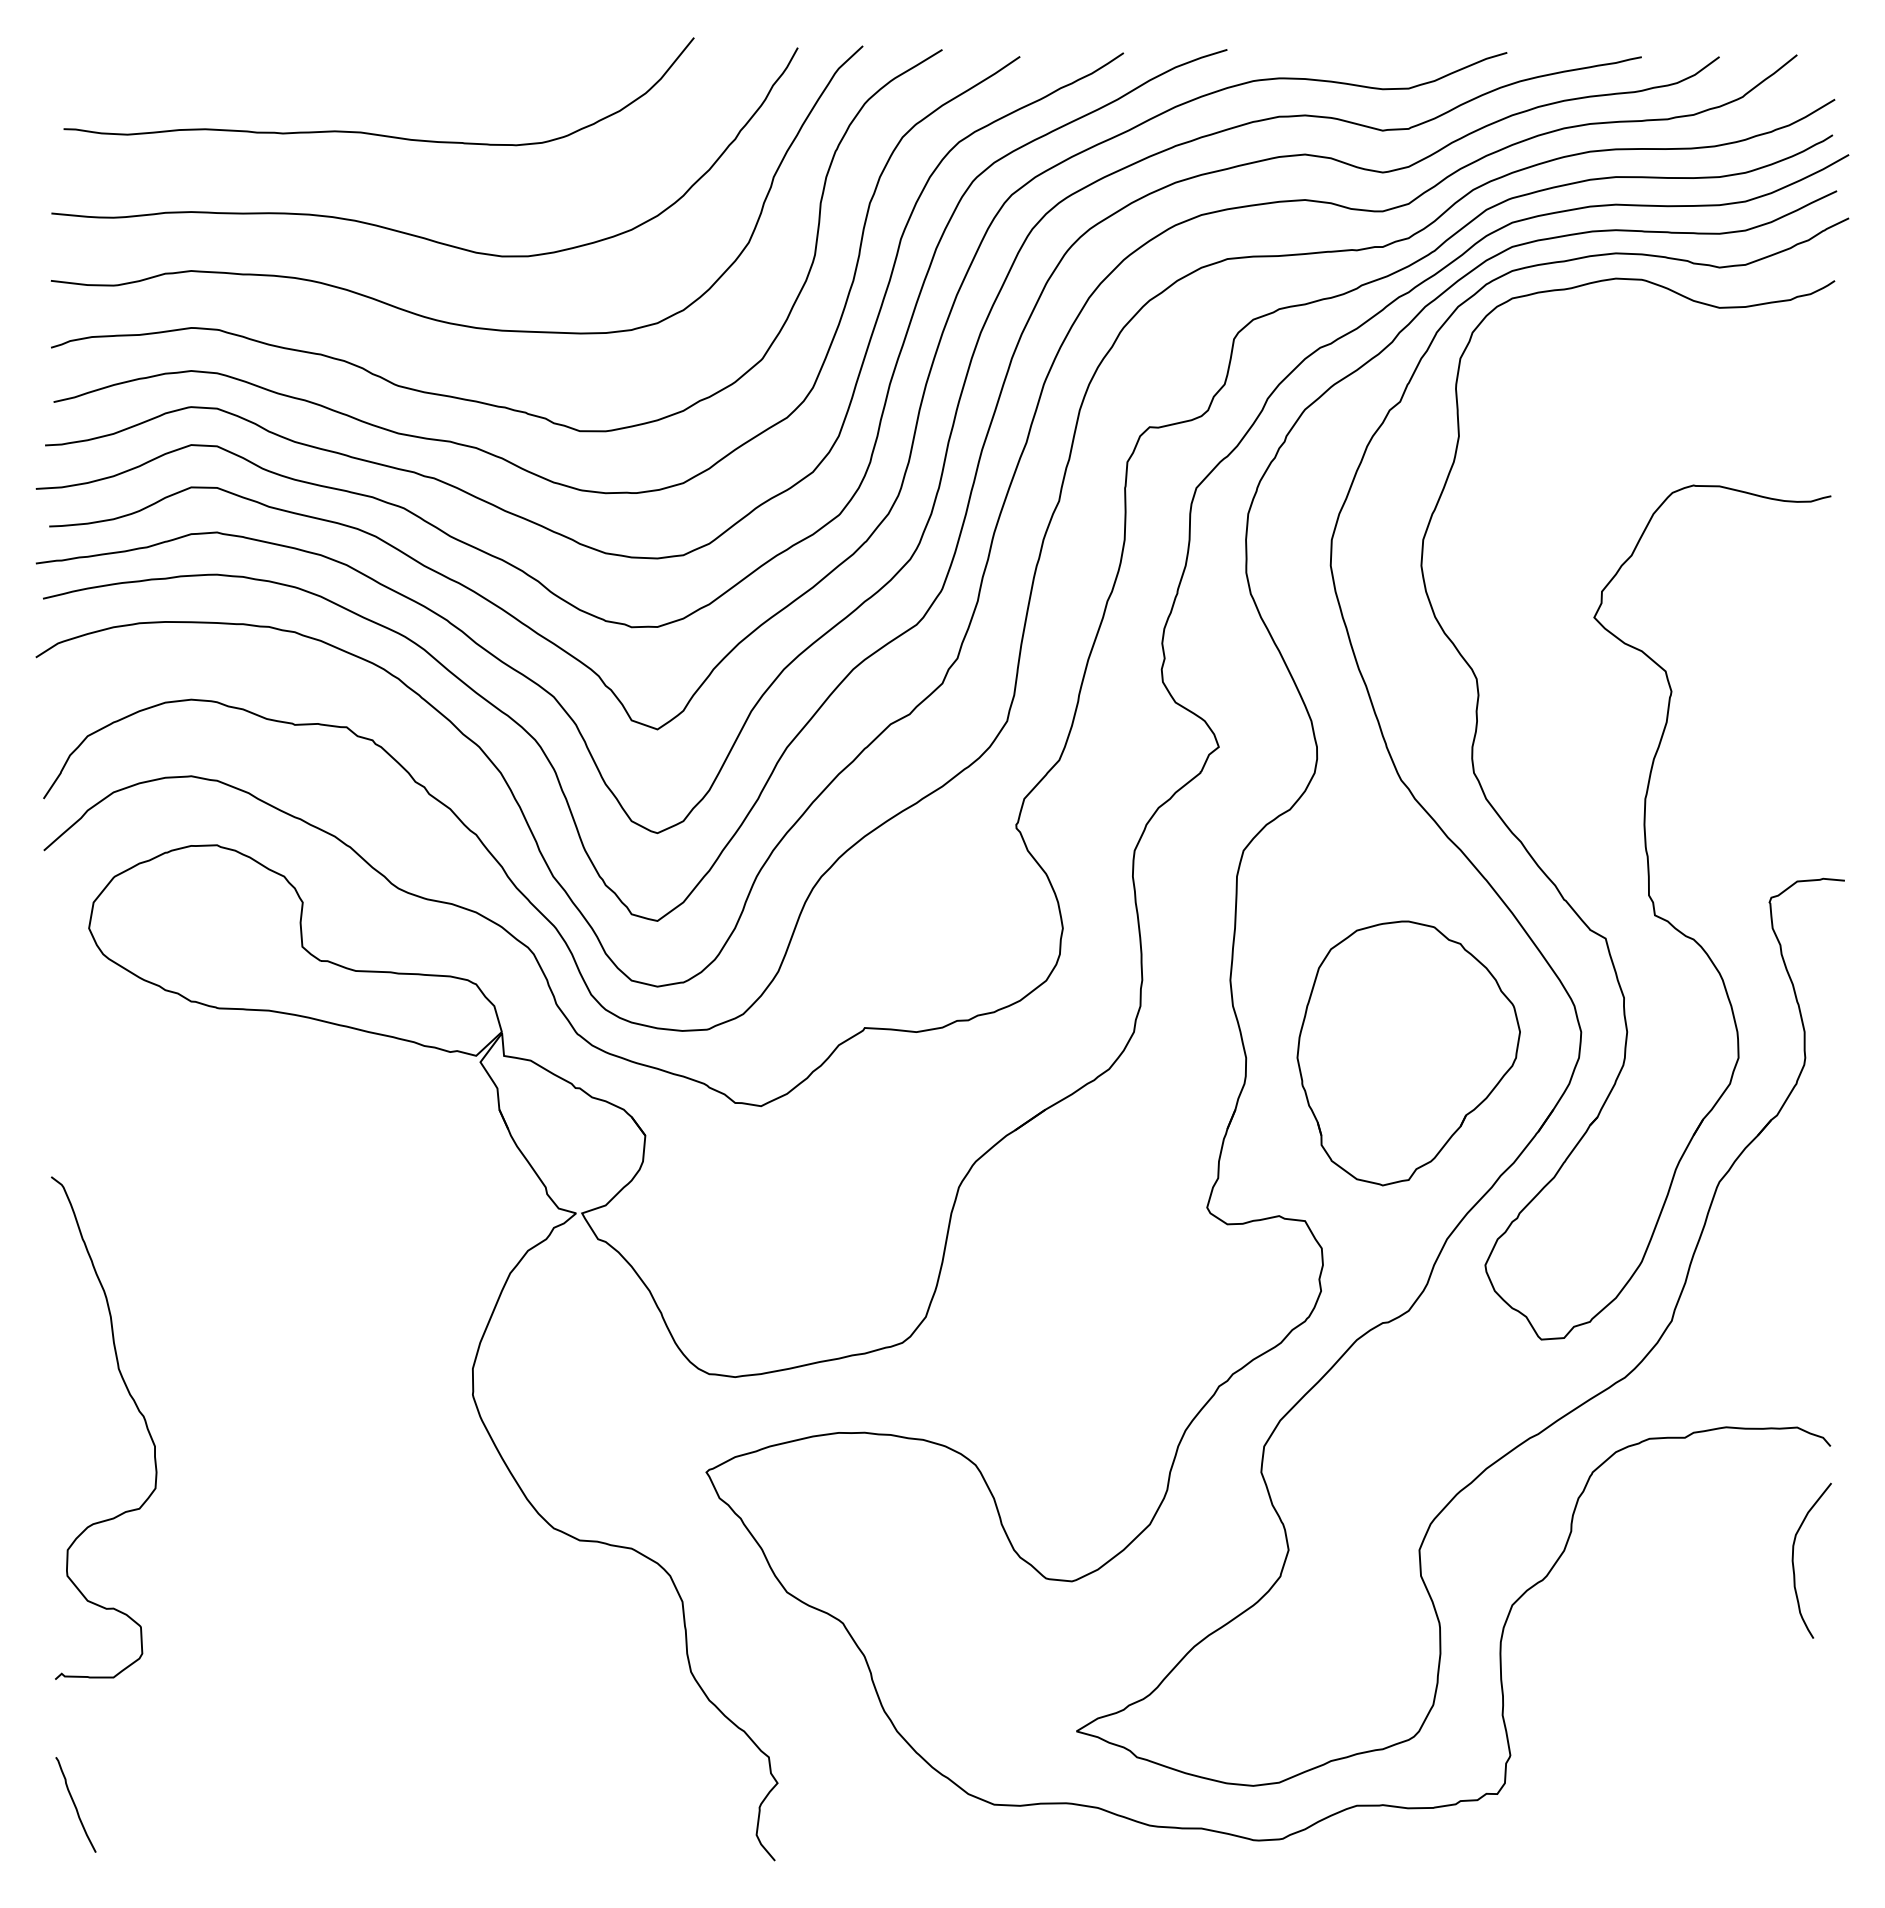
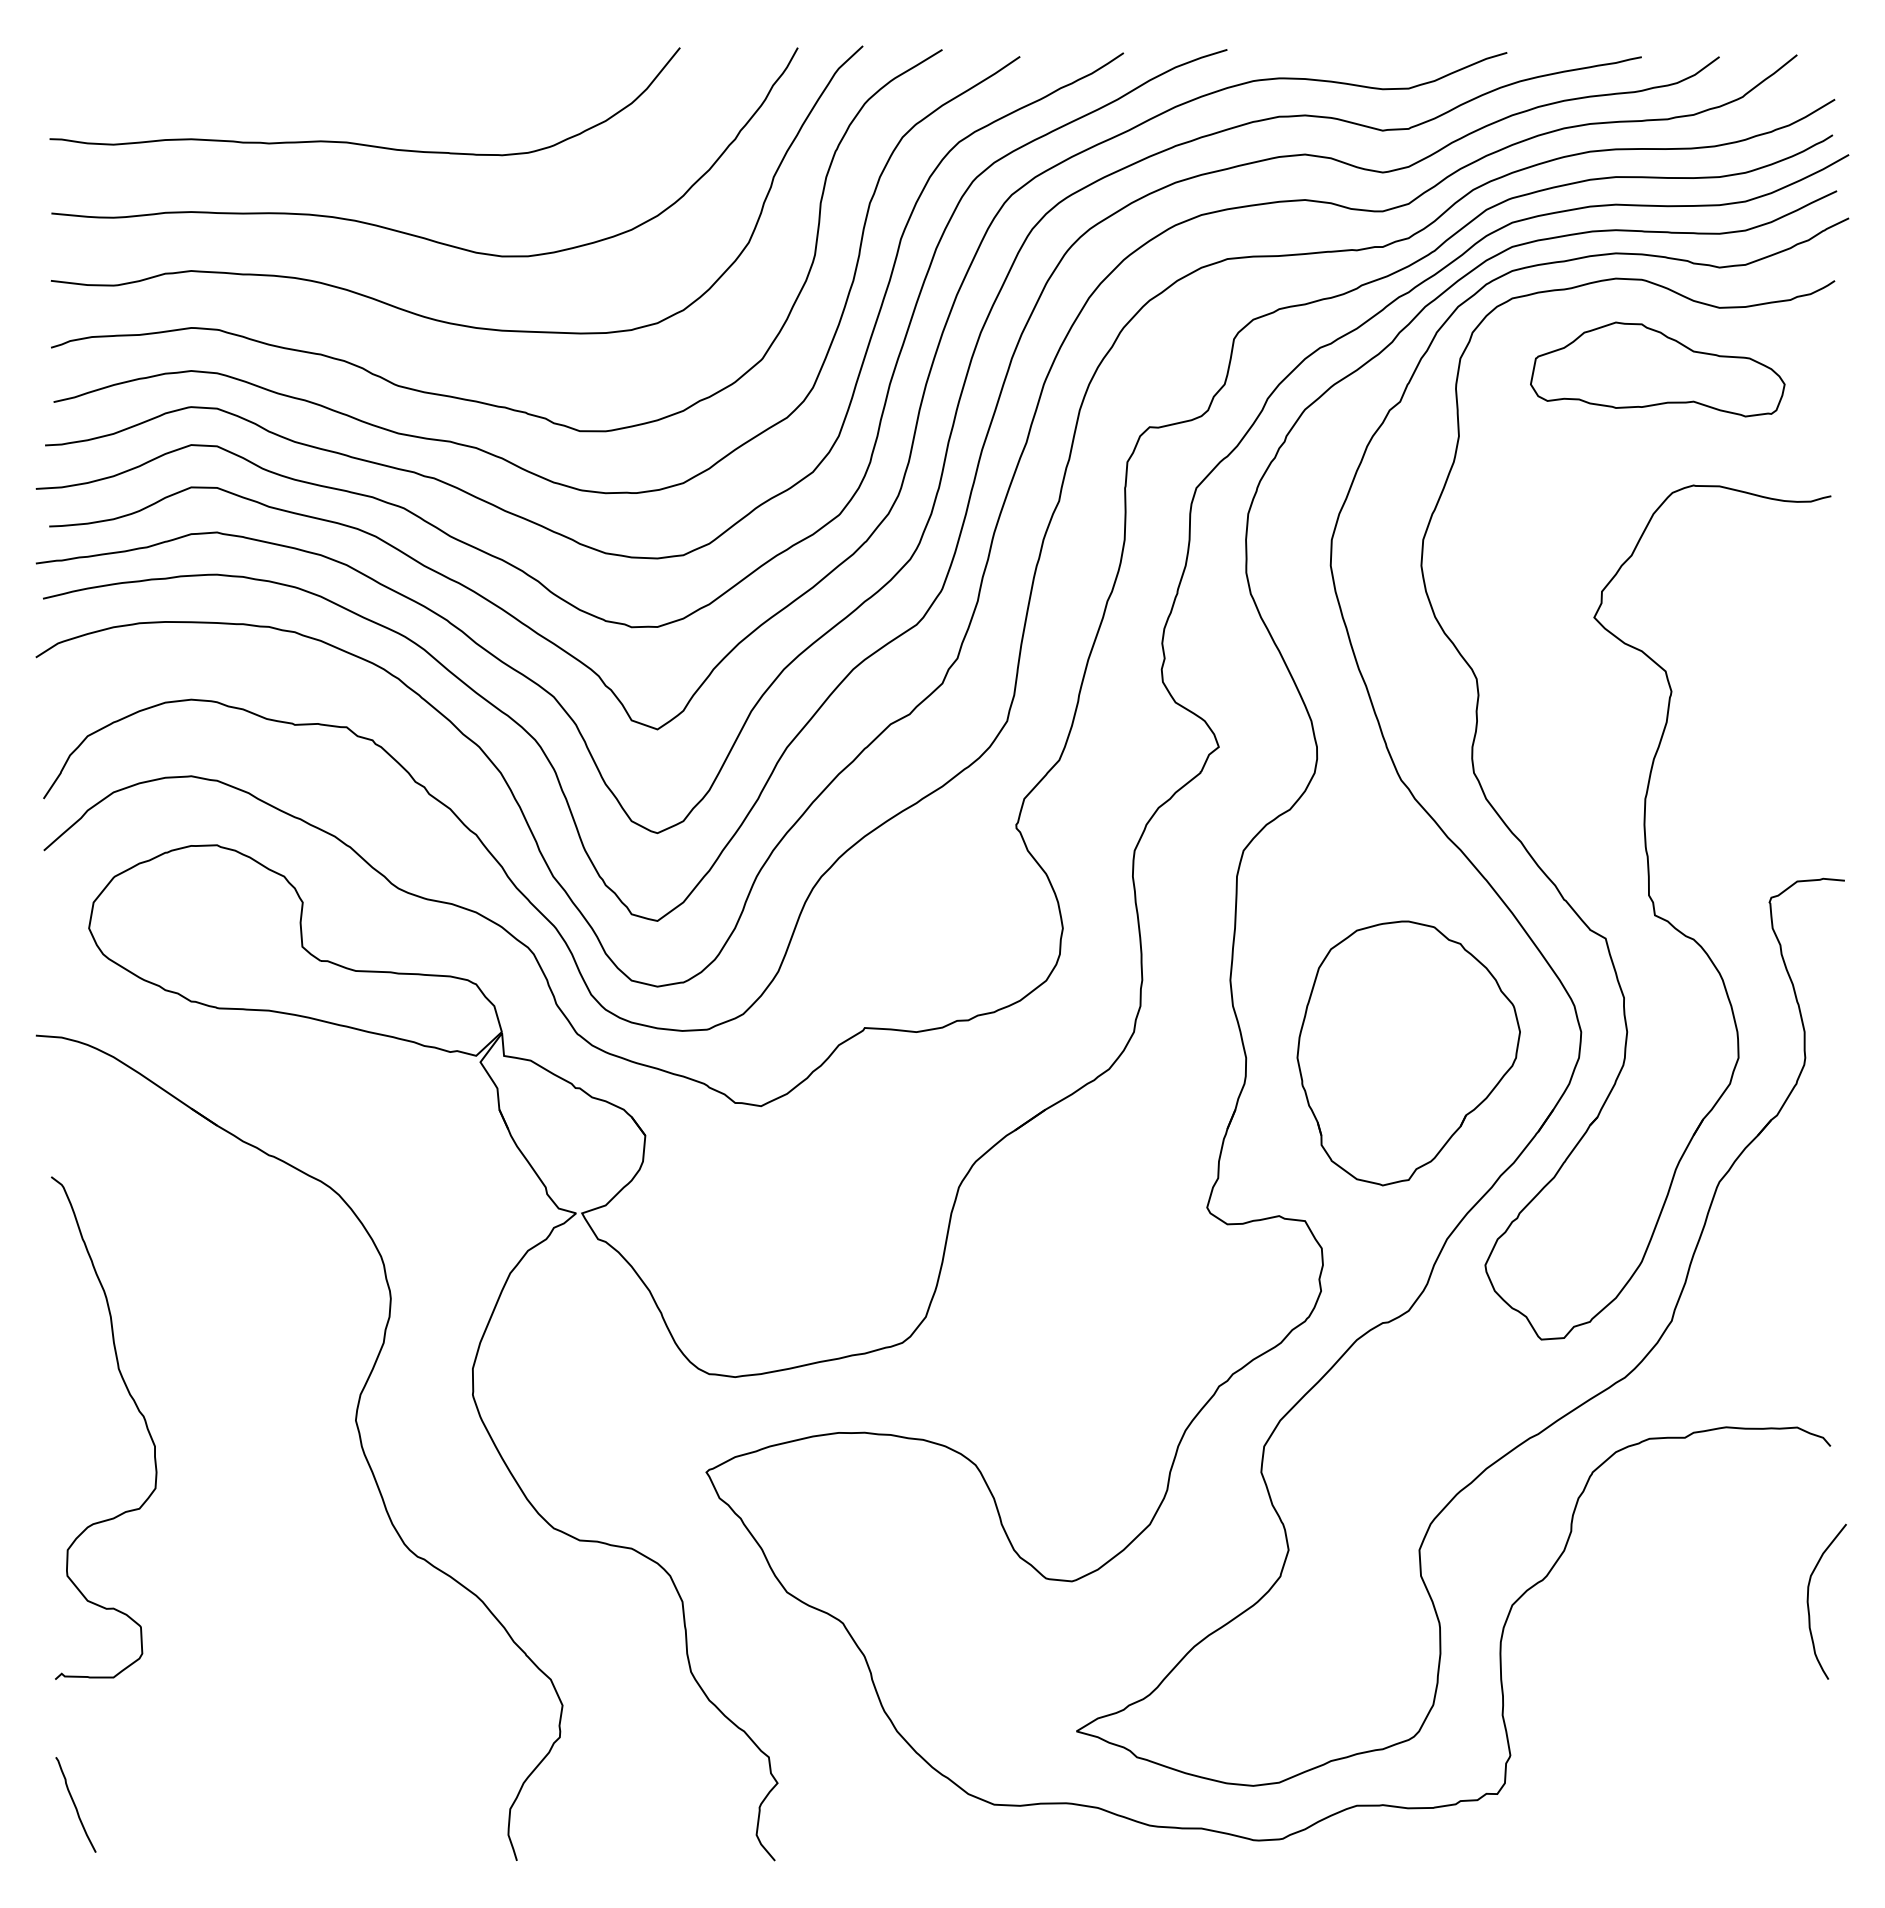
curve at (369, 132) position: (369, 132) -> (355, 142)
part at (1657, 369): none -> present
part at (358, 1435): none -> present
curve at (1794, 1565) position: (1794, 1565) -> (1809, 1606)
